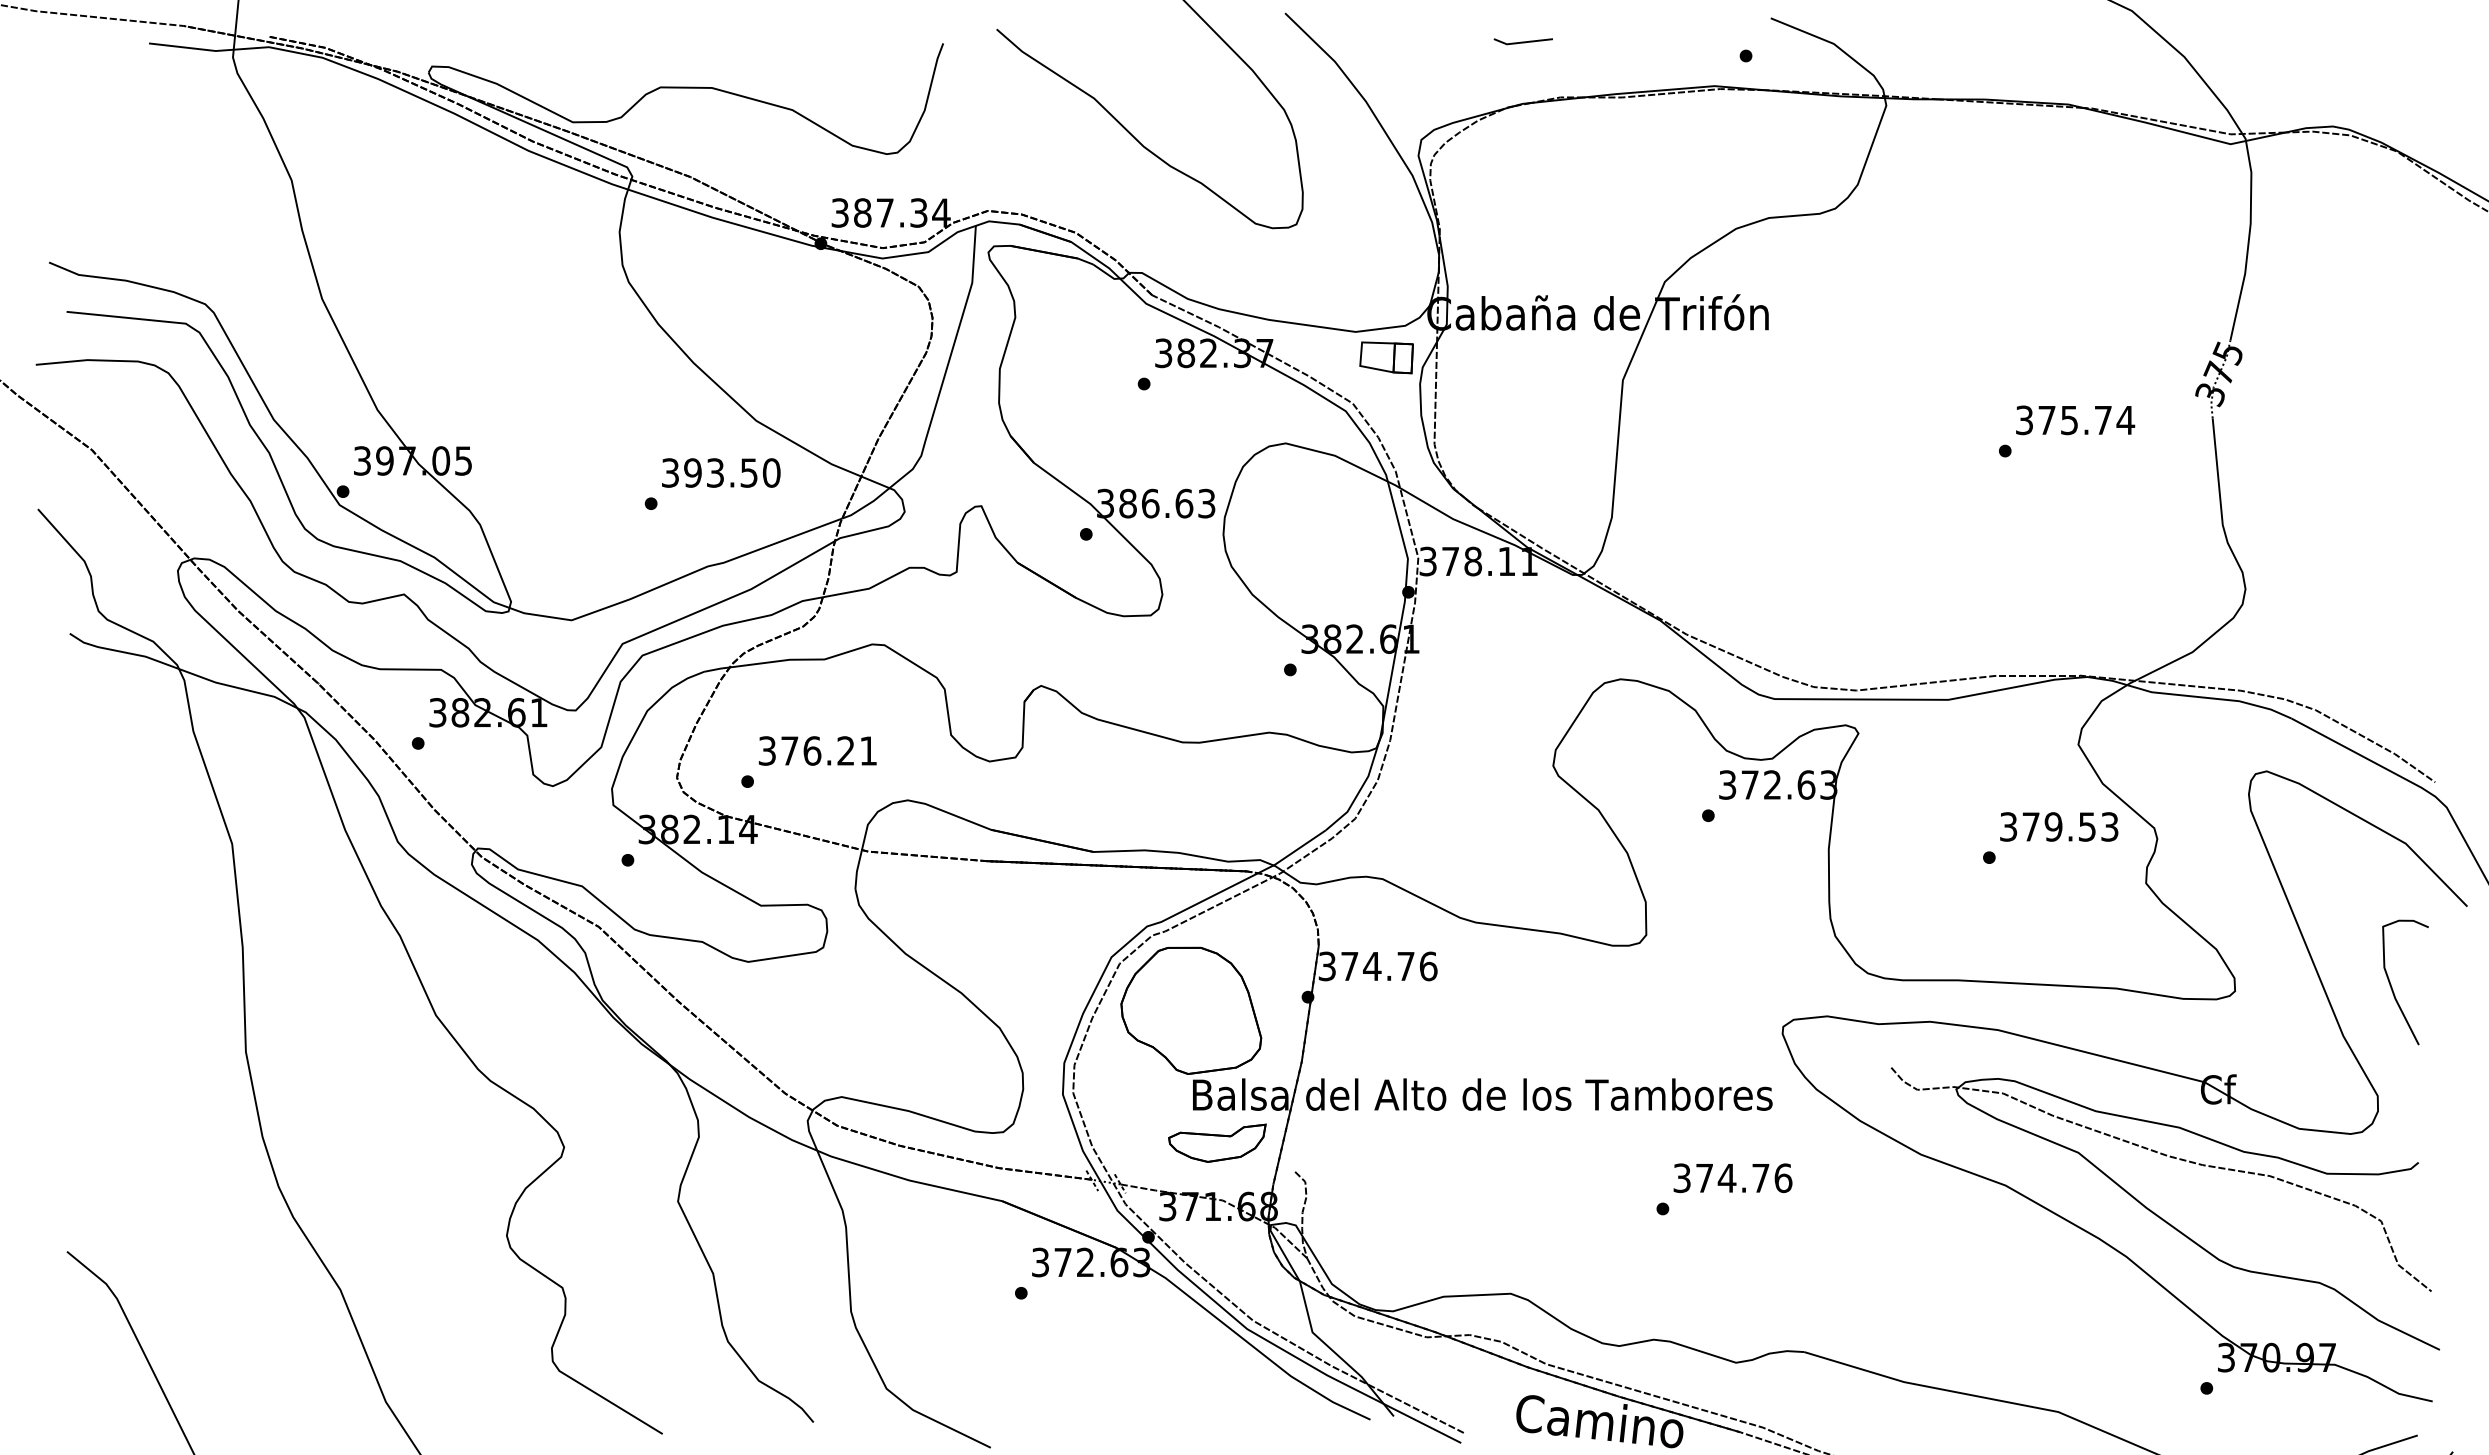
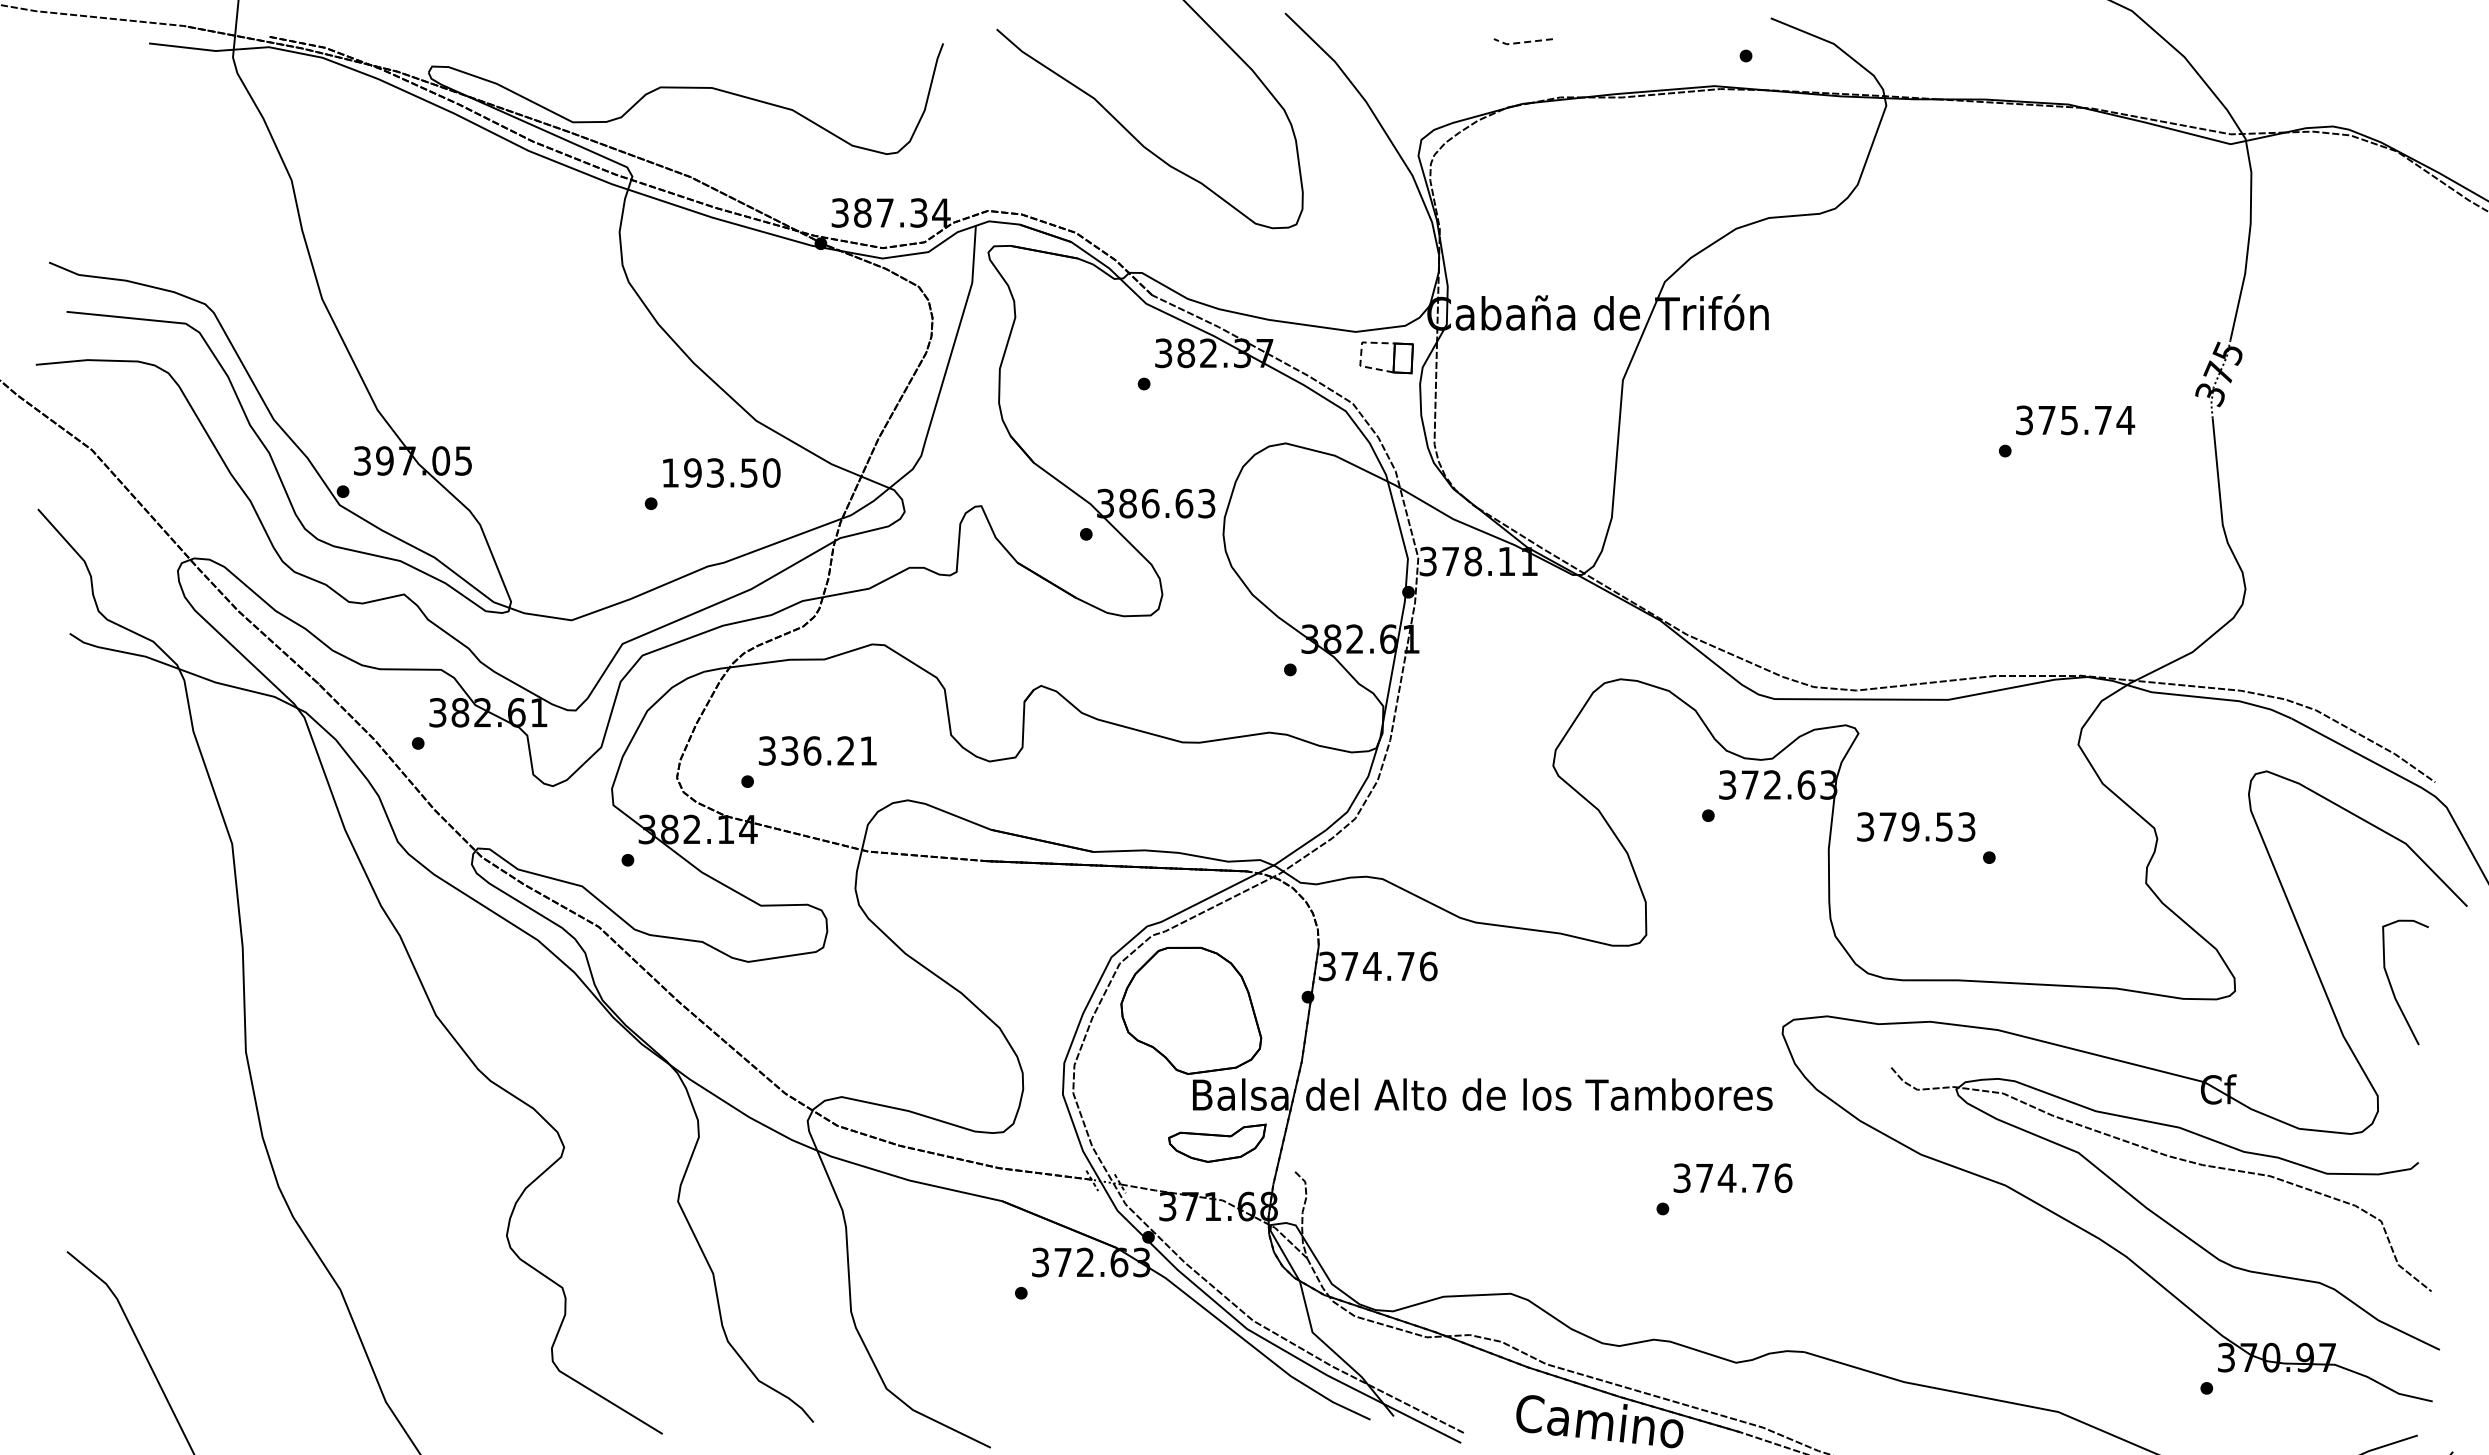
line at (1522, 42): solid -> dashed
line at (1361, 354): solid -> dashed
text at (670, 472): 393.50 -> 193.50
text at (789, 750): 376.21 -> 336.21
text at (2059, 826) position: (2059, 826) -> (1916, 826)
